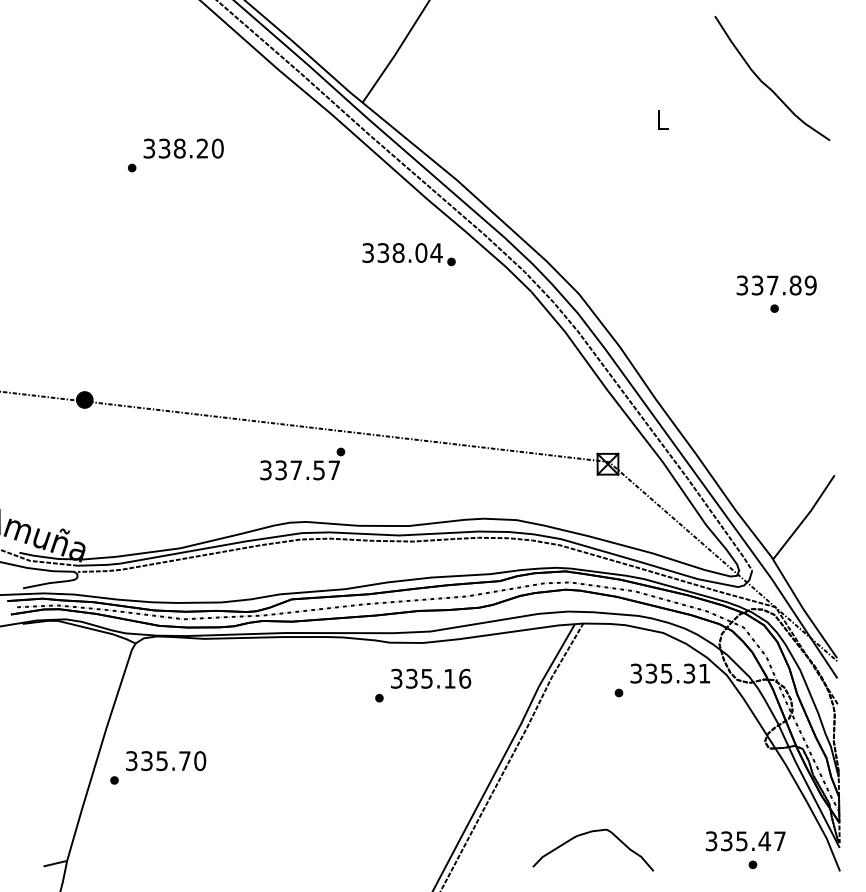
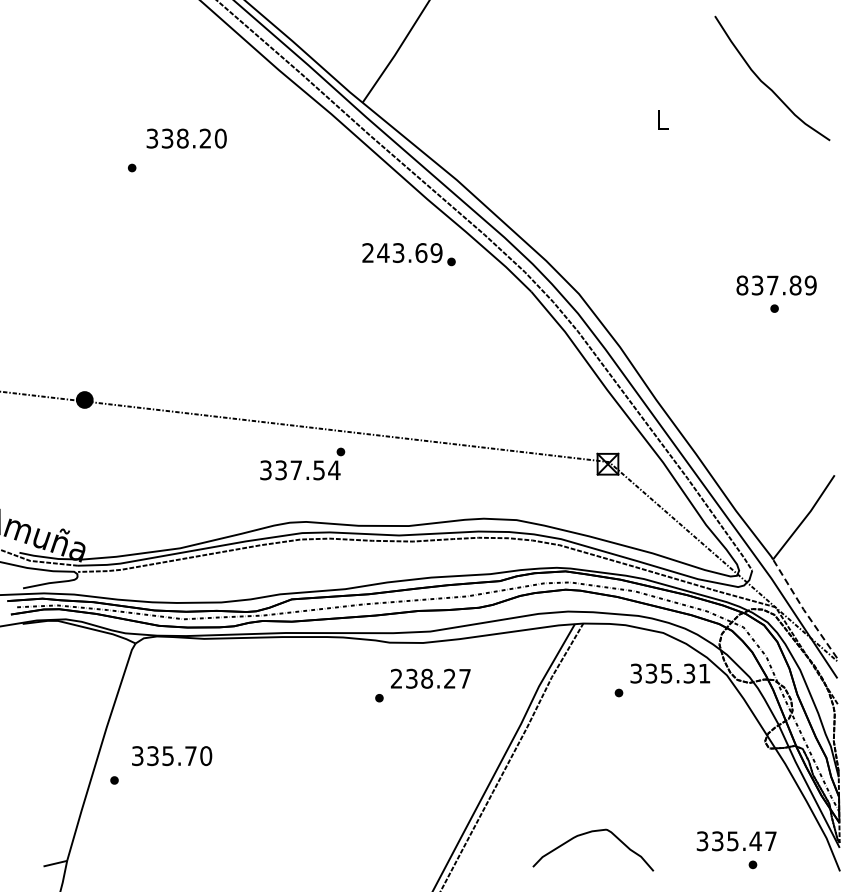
text at (183, 148) position: (183, 148) -> (186, 138)
text at (402, 252): 338.04 -> 243.69
text at (742, 285): 337.89 -> 837.89
text at (334, 469): 337.57 -> 337.54
line at (803, 609): solid -> dashed
text at (431, 678): 335.16 -> 238.27
text at (166, 761) position: (166, 761) -> (172, 756)
text at (745, 841) position: (745, 841) -> (736, 841)
